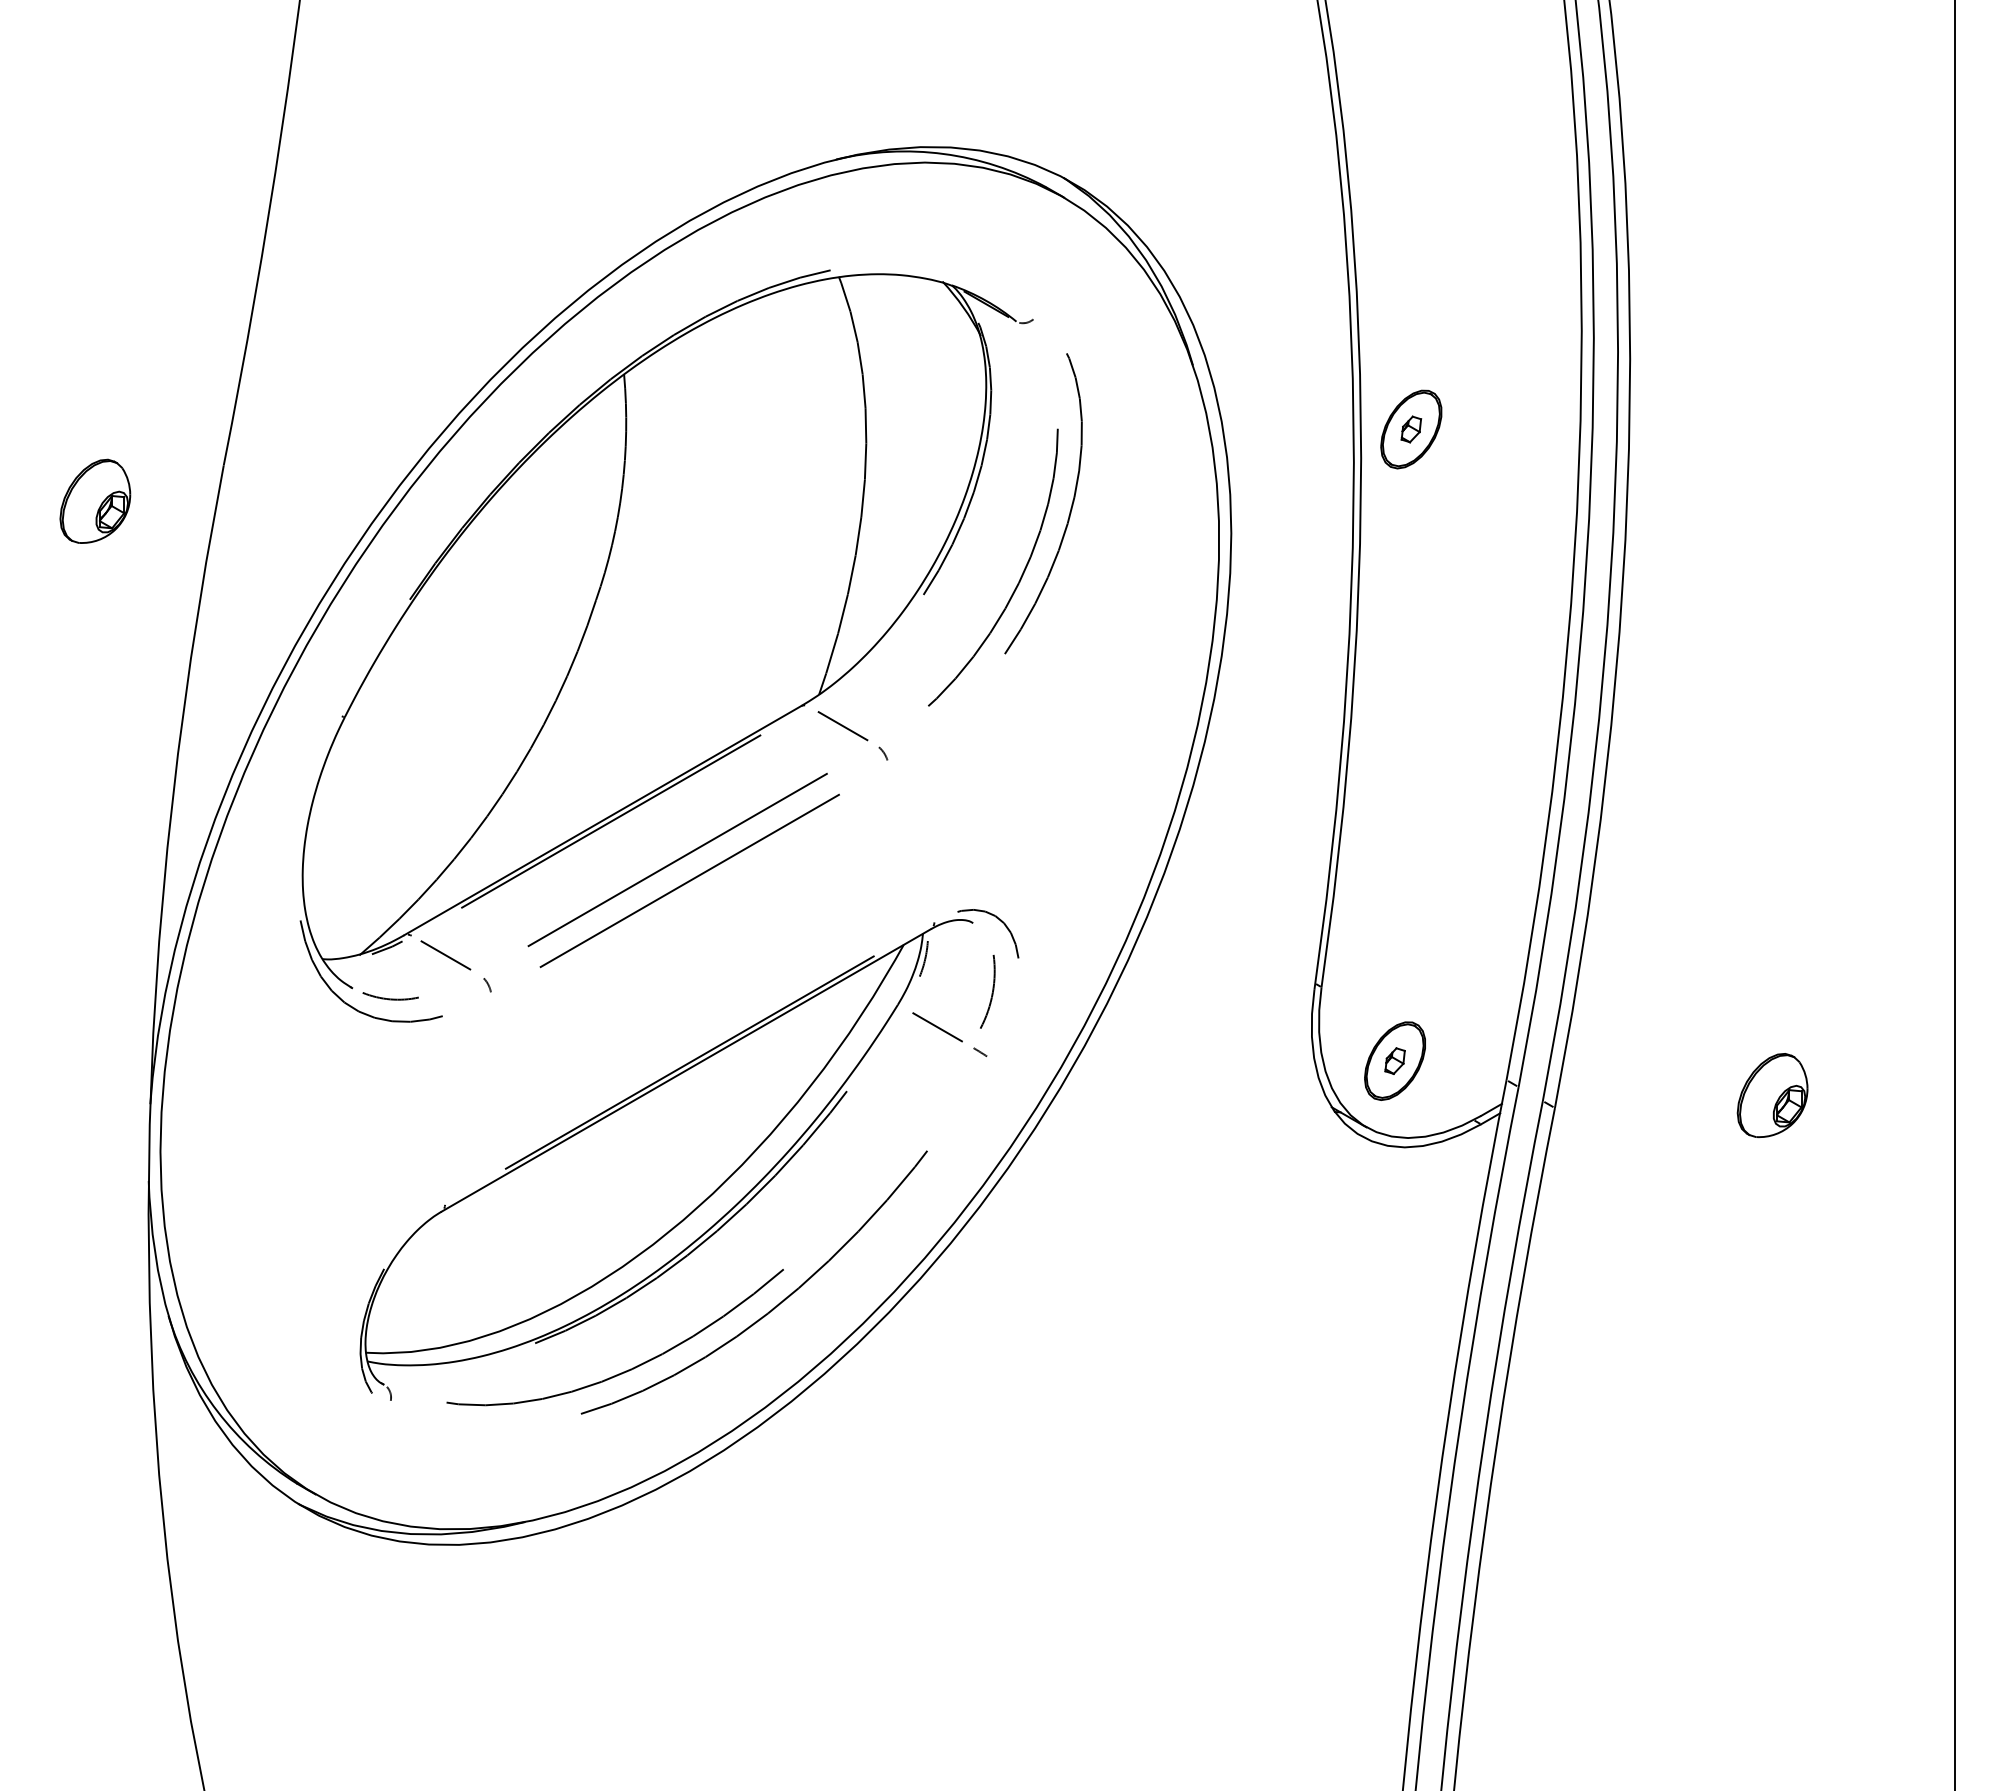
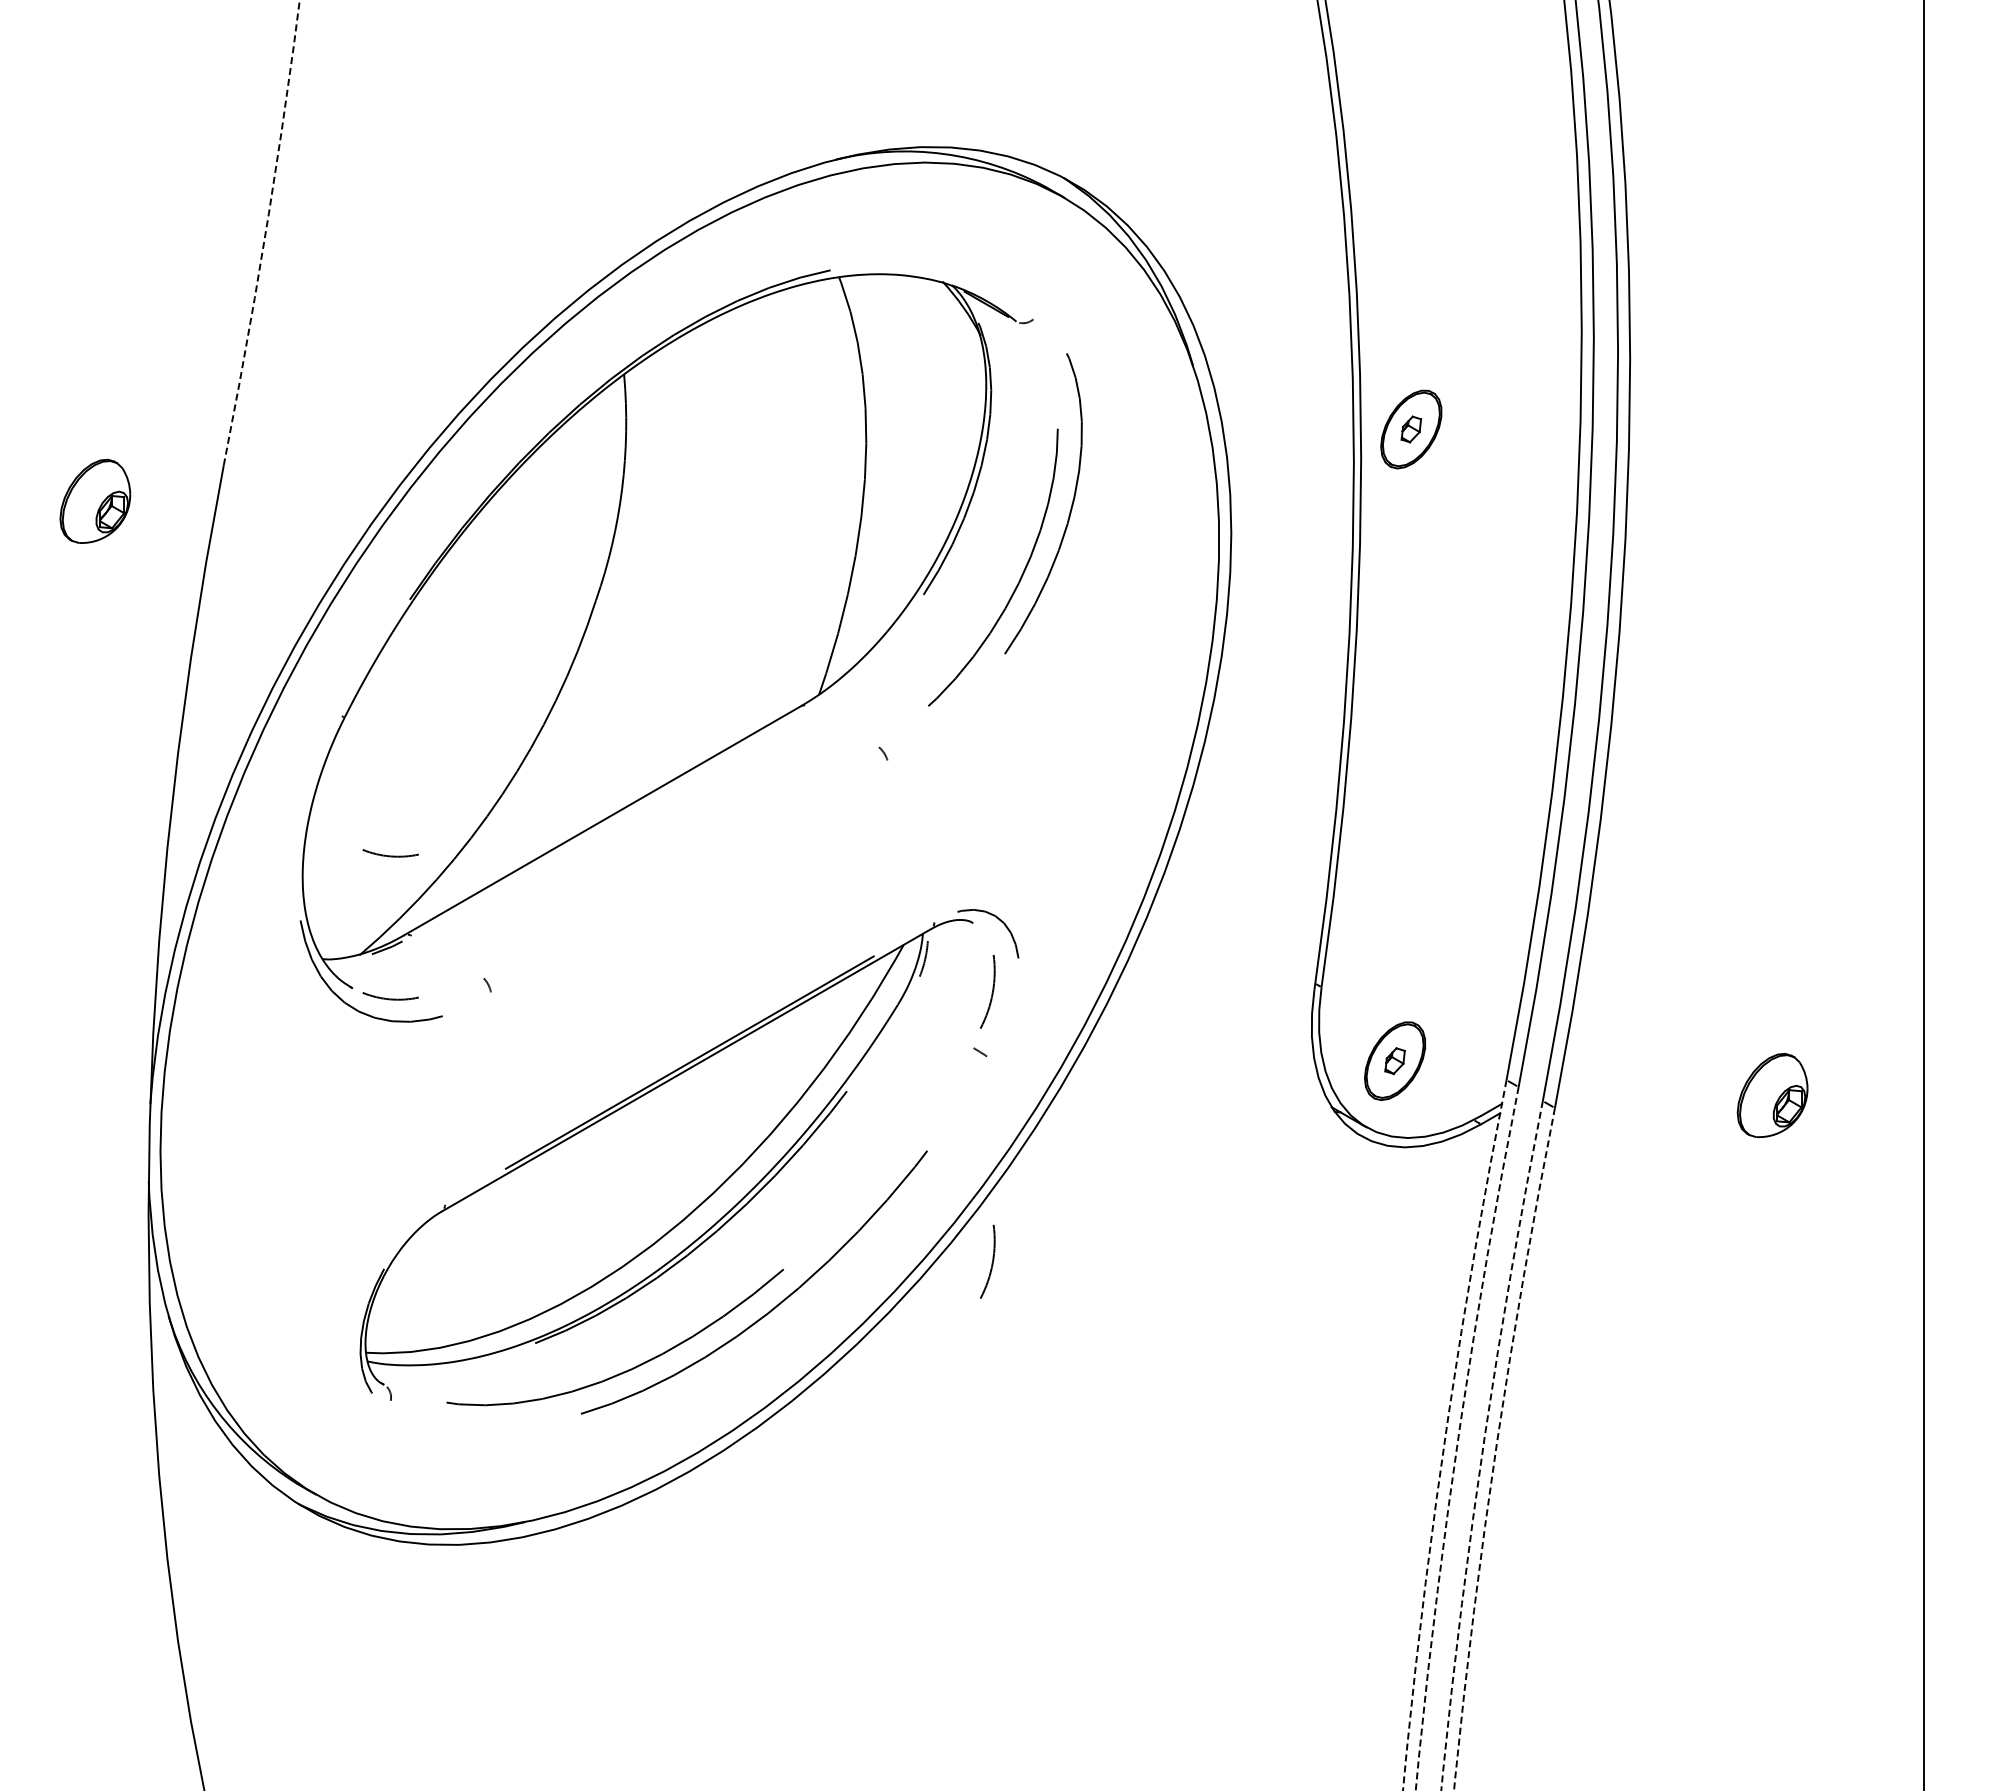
arc at (265, 232): solid -> dashed
line at (842, 725): present -> none
line at (611, 821): present -> none
arc at (390, 855): none -> present
line at (677, 859): present -> none
line at (689, 880): present -> none
line at (1954, 894) position: (1954, 894) -> (1923, 894)
line at (445, 954): present -> none
line at (937, 1026): present -> none
arc at (991, 1263): none -> present
arc at (1445, 1434): solid -> dashed
arc at (1458, 1437): solid -> dashed
arc at (1483, 1444): solid -> dashed
arc at (1496, 1448): solid -> dashed
